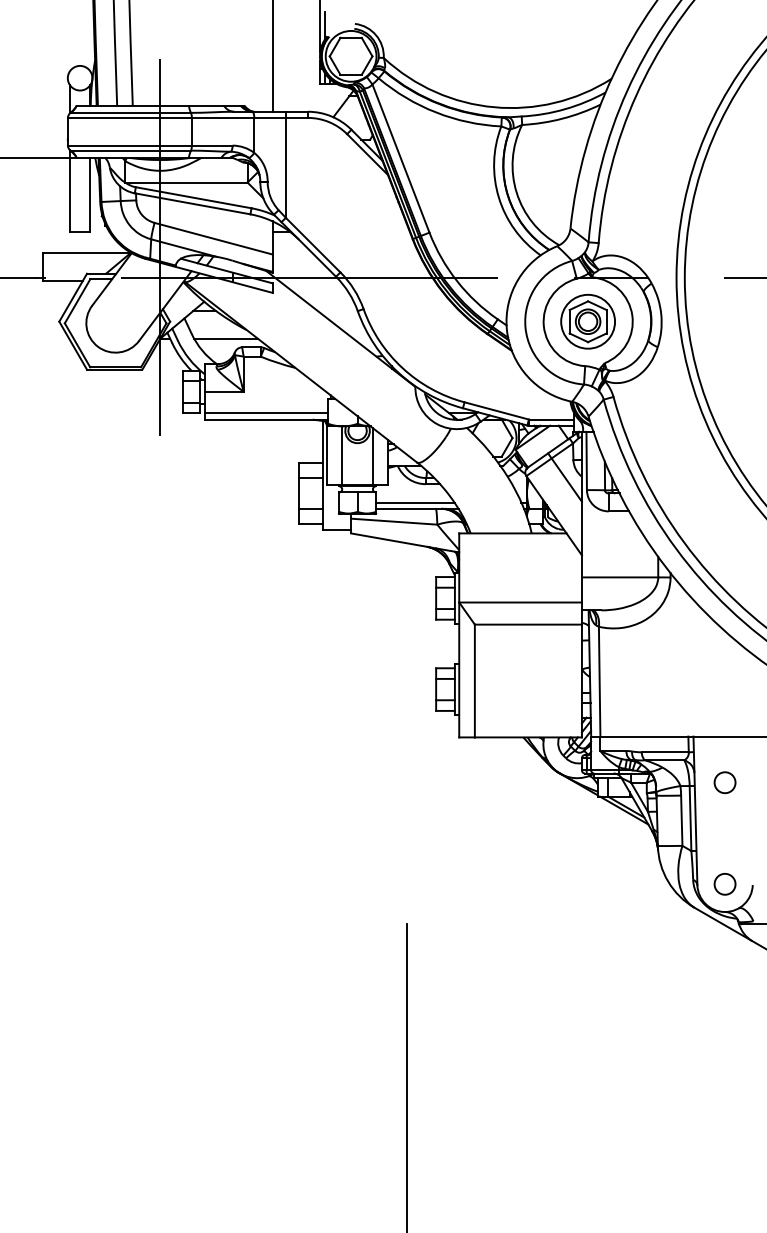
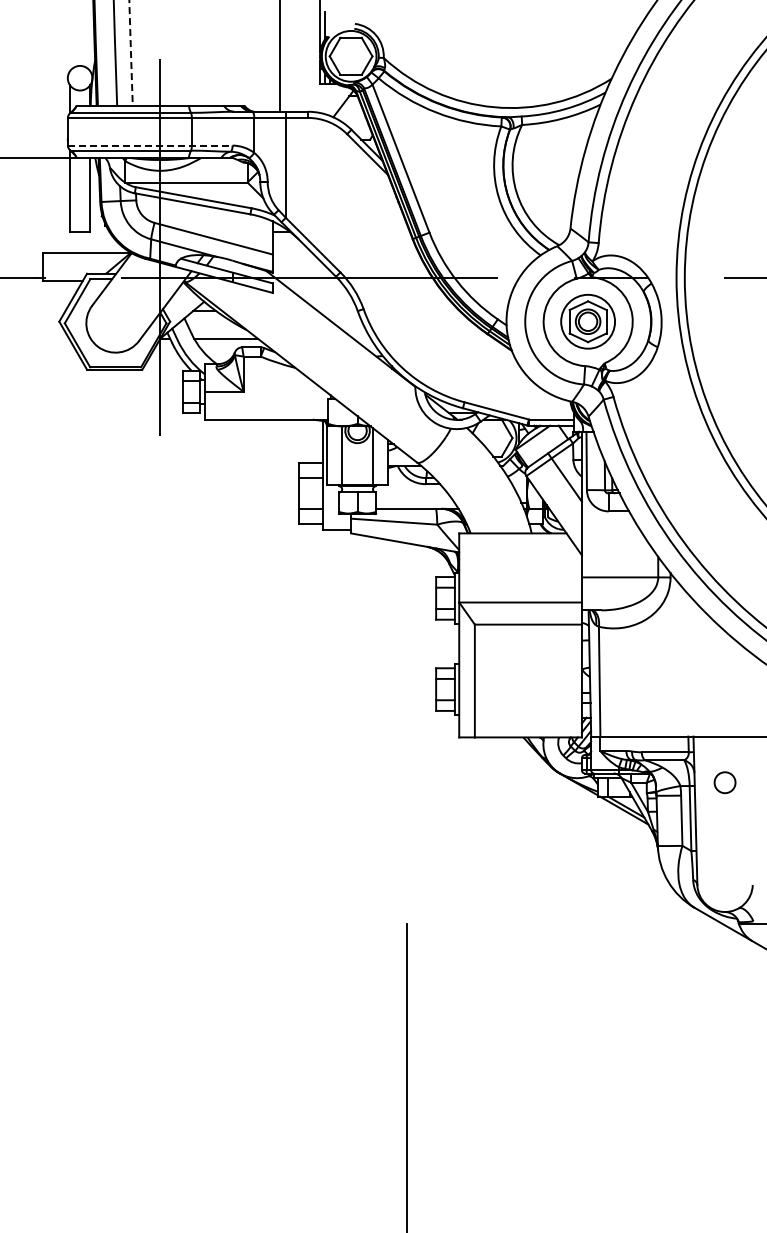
arc at (131, 53): solid -> dashed
line at (272, 56) position: (272, 56) -> (279, 56)
line at (150, 145): solid -> dashed
line at (266, 413): present -> none
line at (415, 502): present -> none
circle at (724, 884): present -> none
